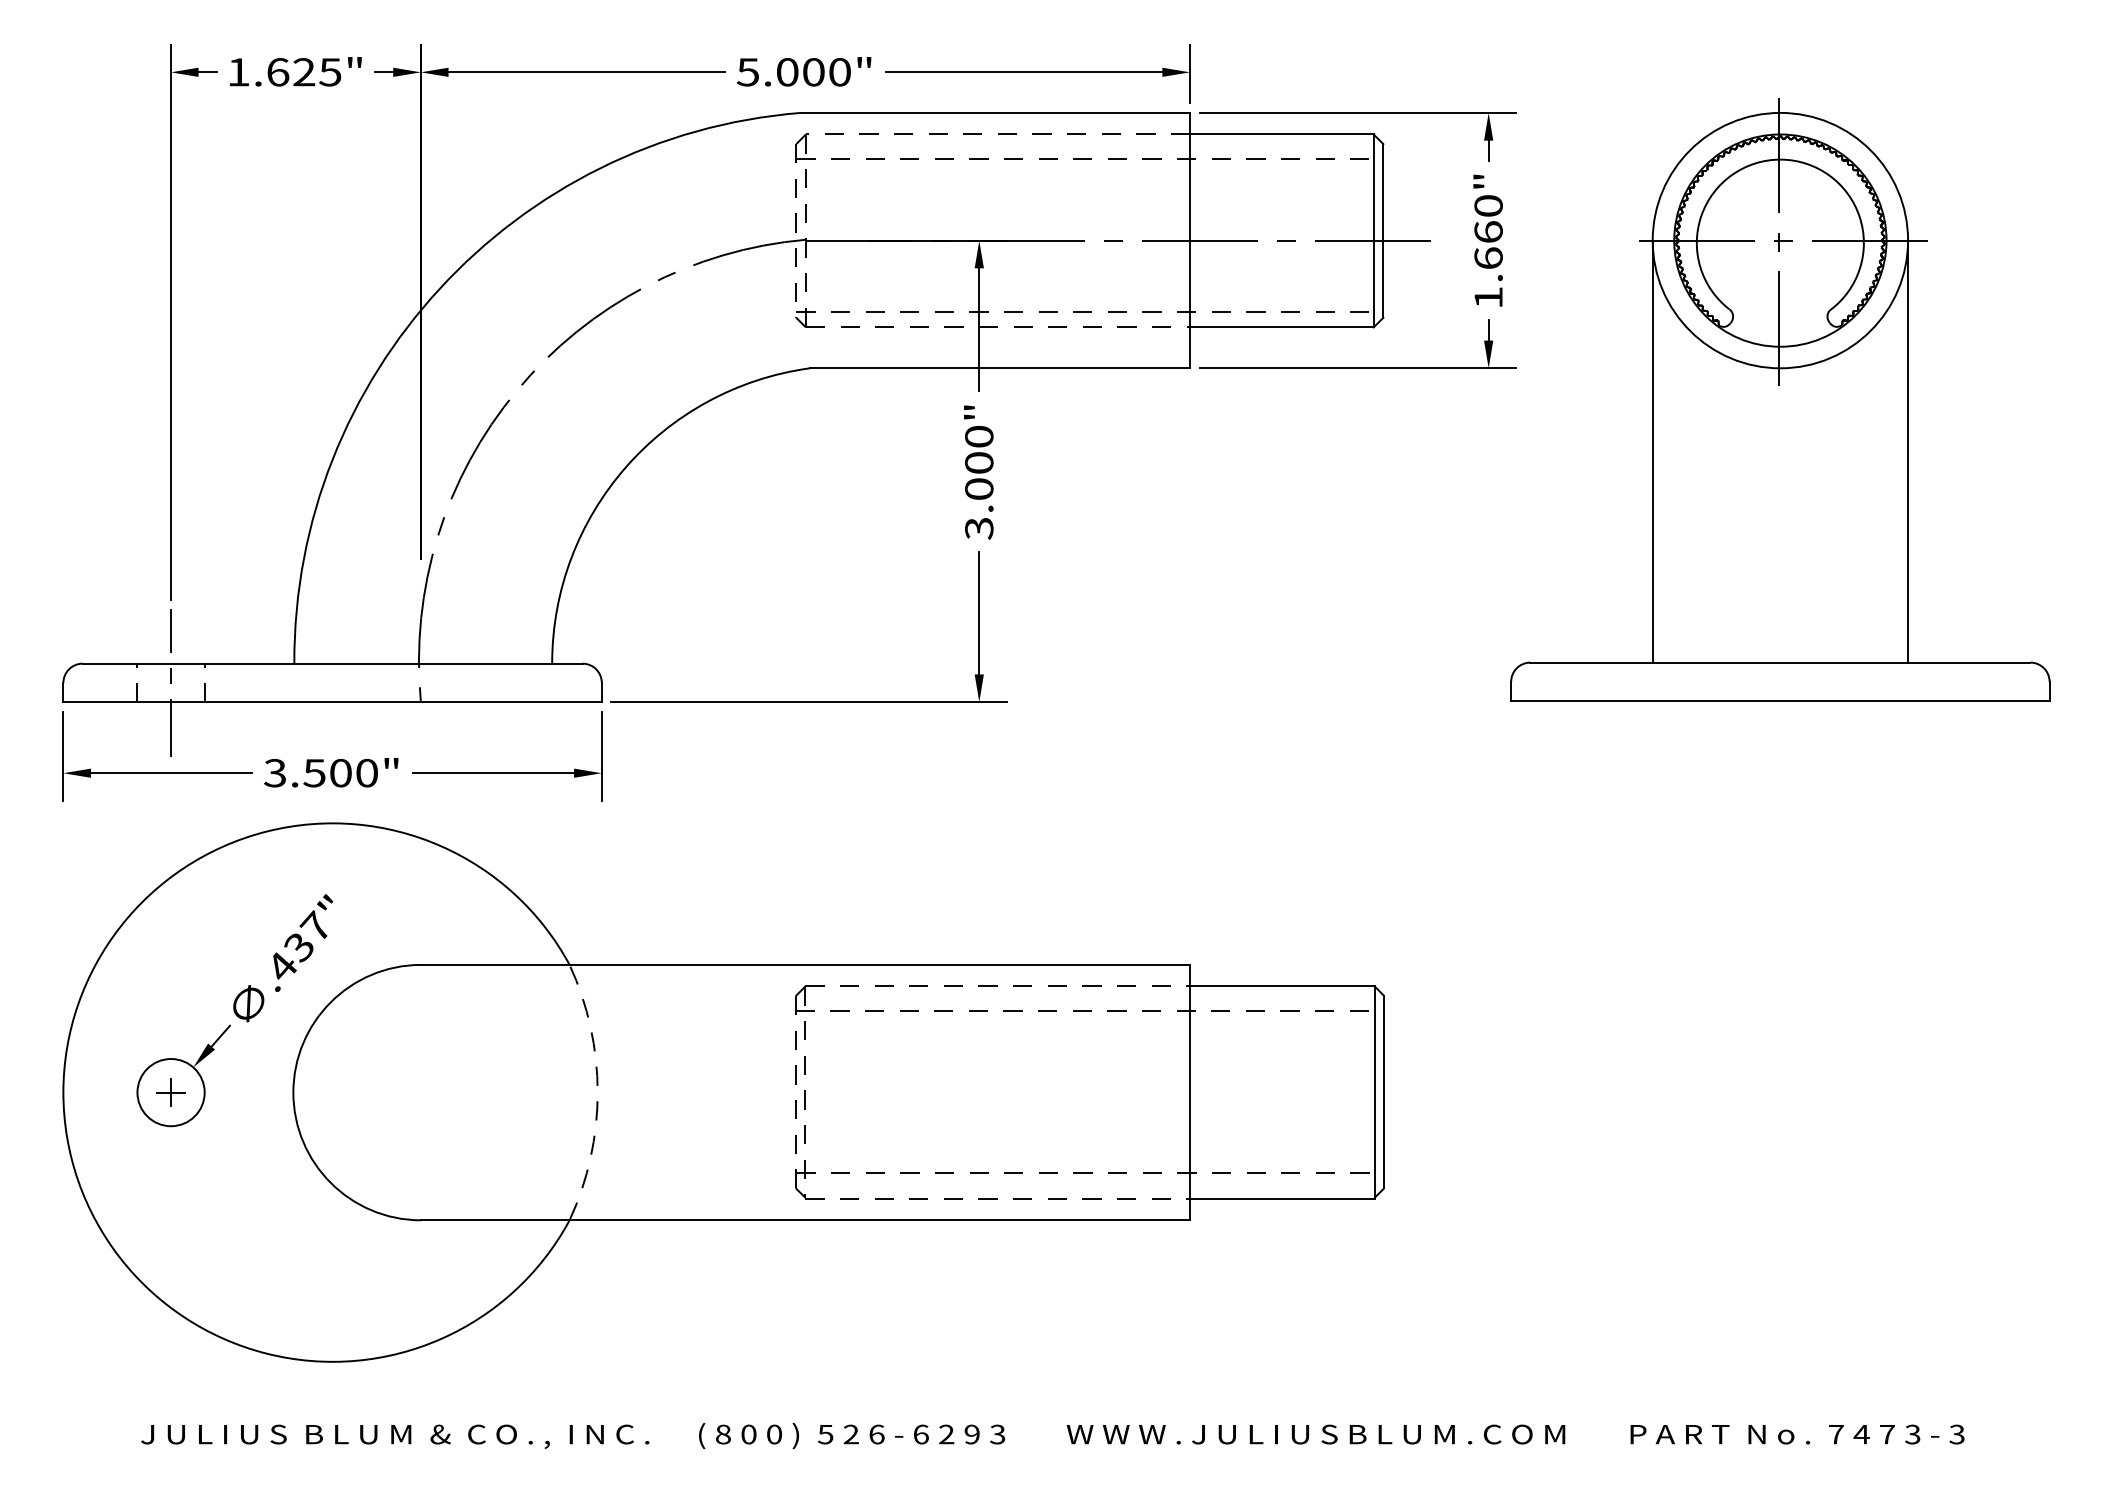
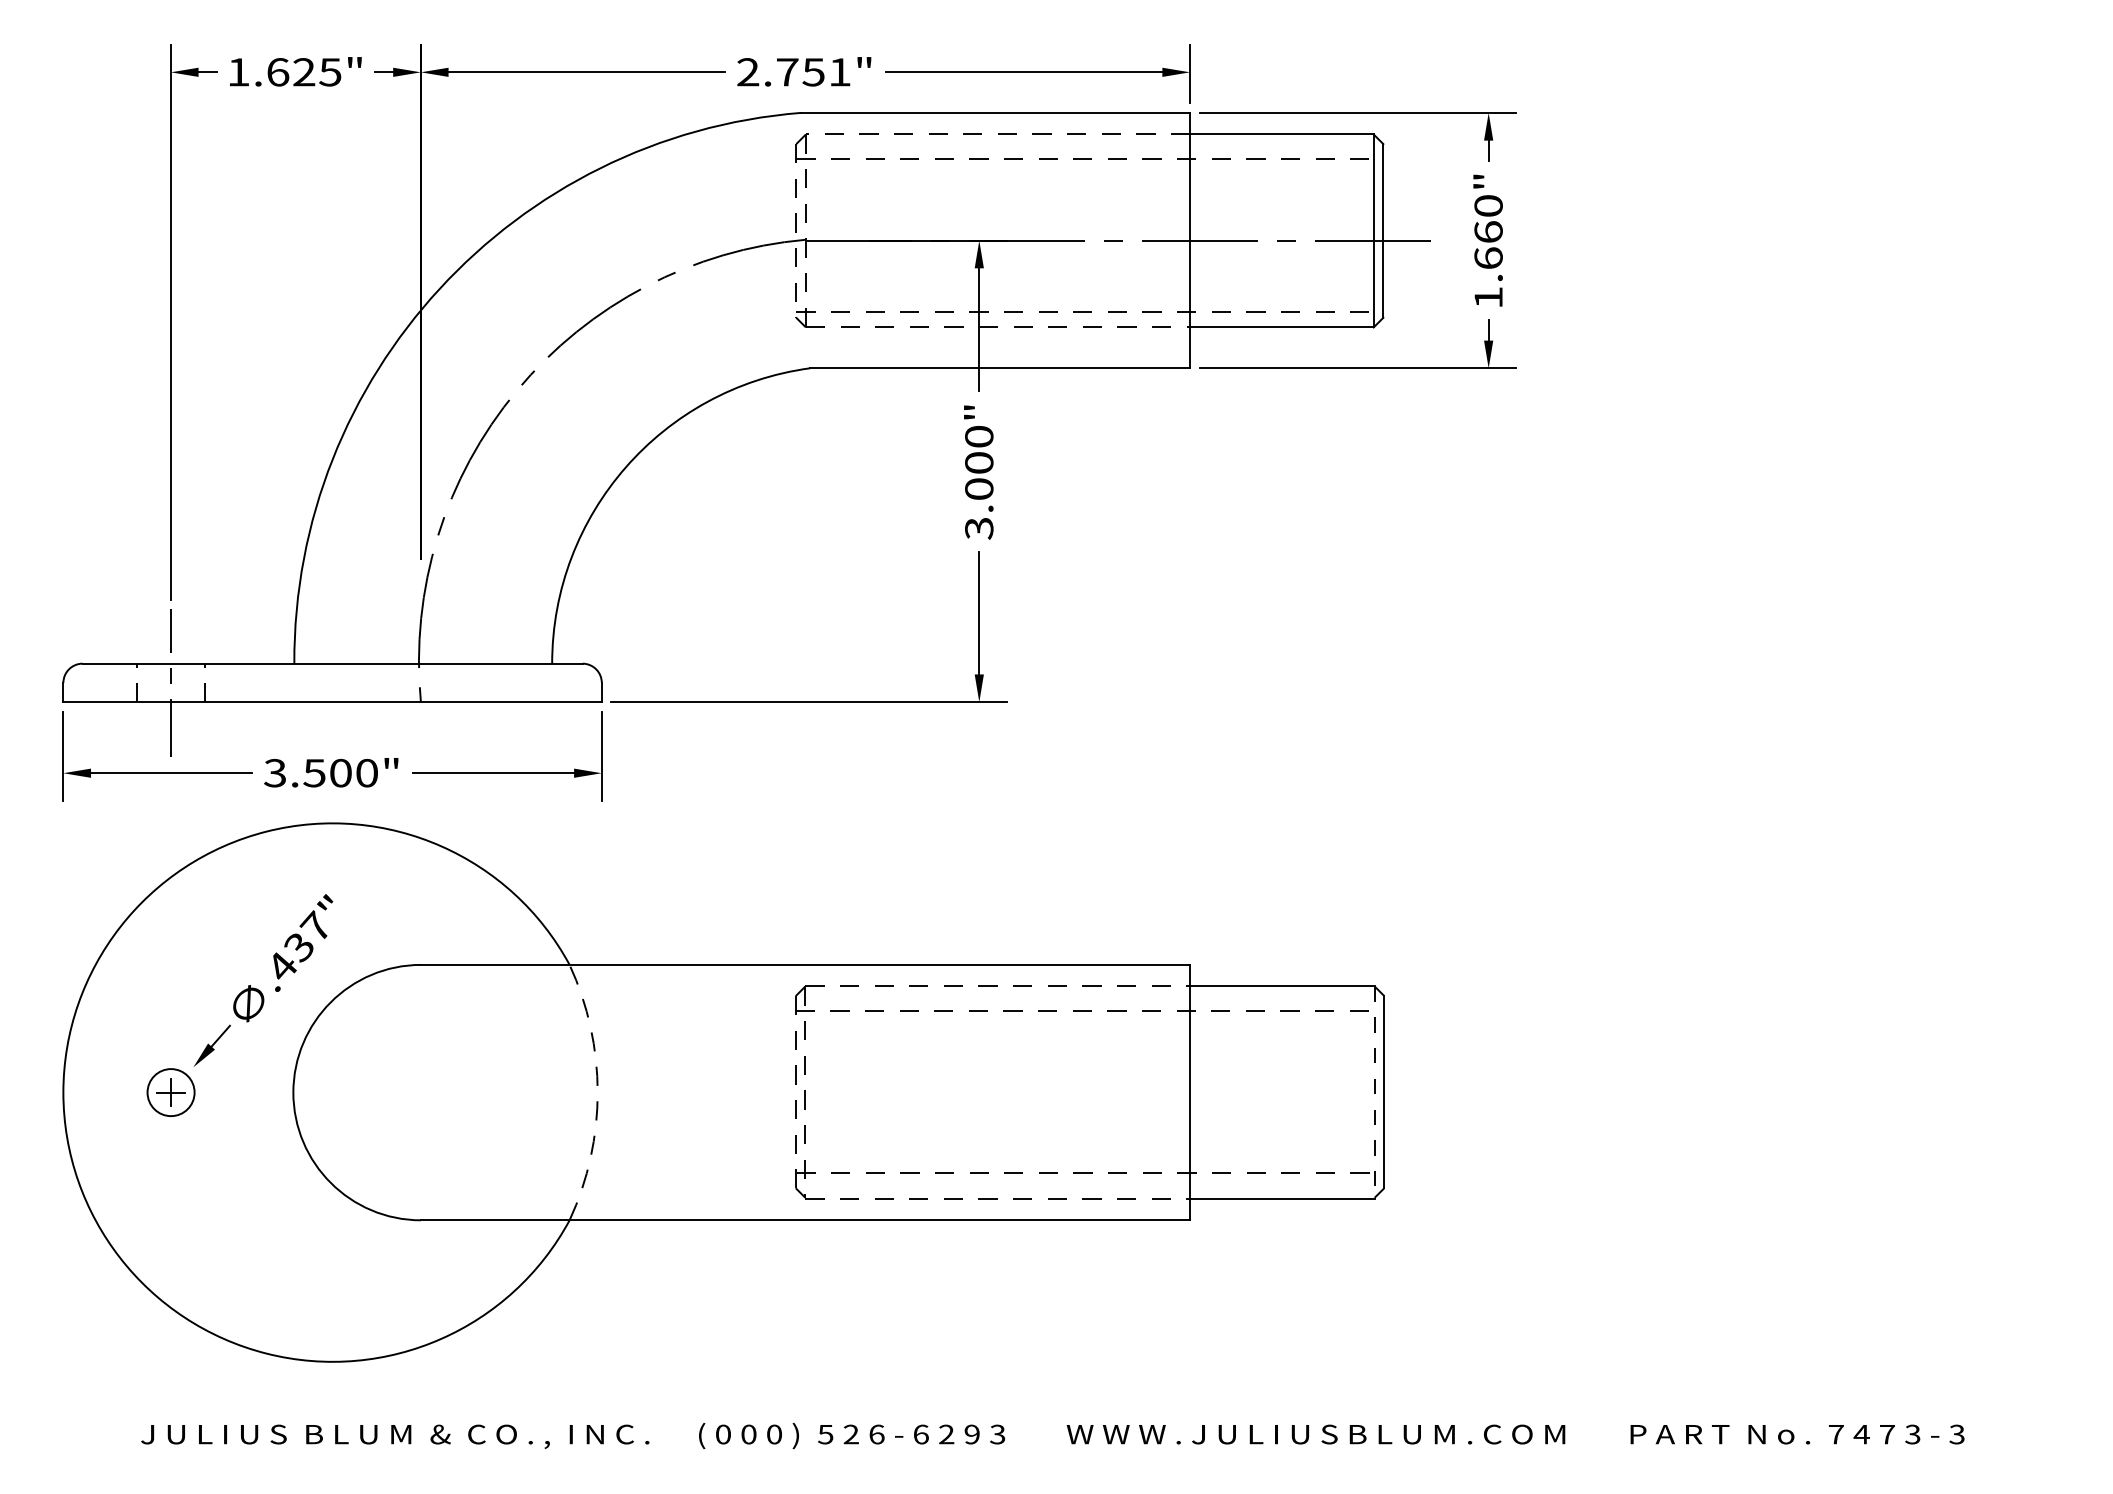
text at (793, 72): 5.000" -> 2.751"
part at (1780, 399): present -> none
circle at (170, 1092) diameter: 67 px -> 47 px
line at (1374, 1092): solid -> dashed
text at (723, 1434): 8 -> 0
